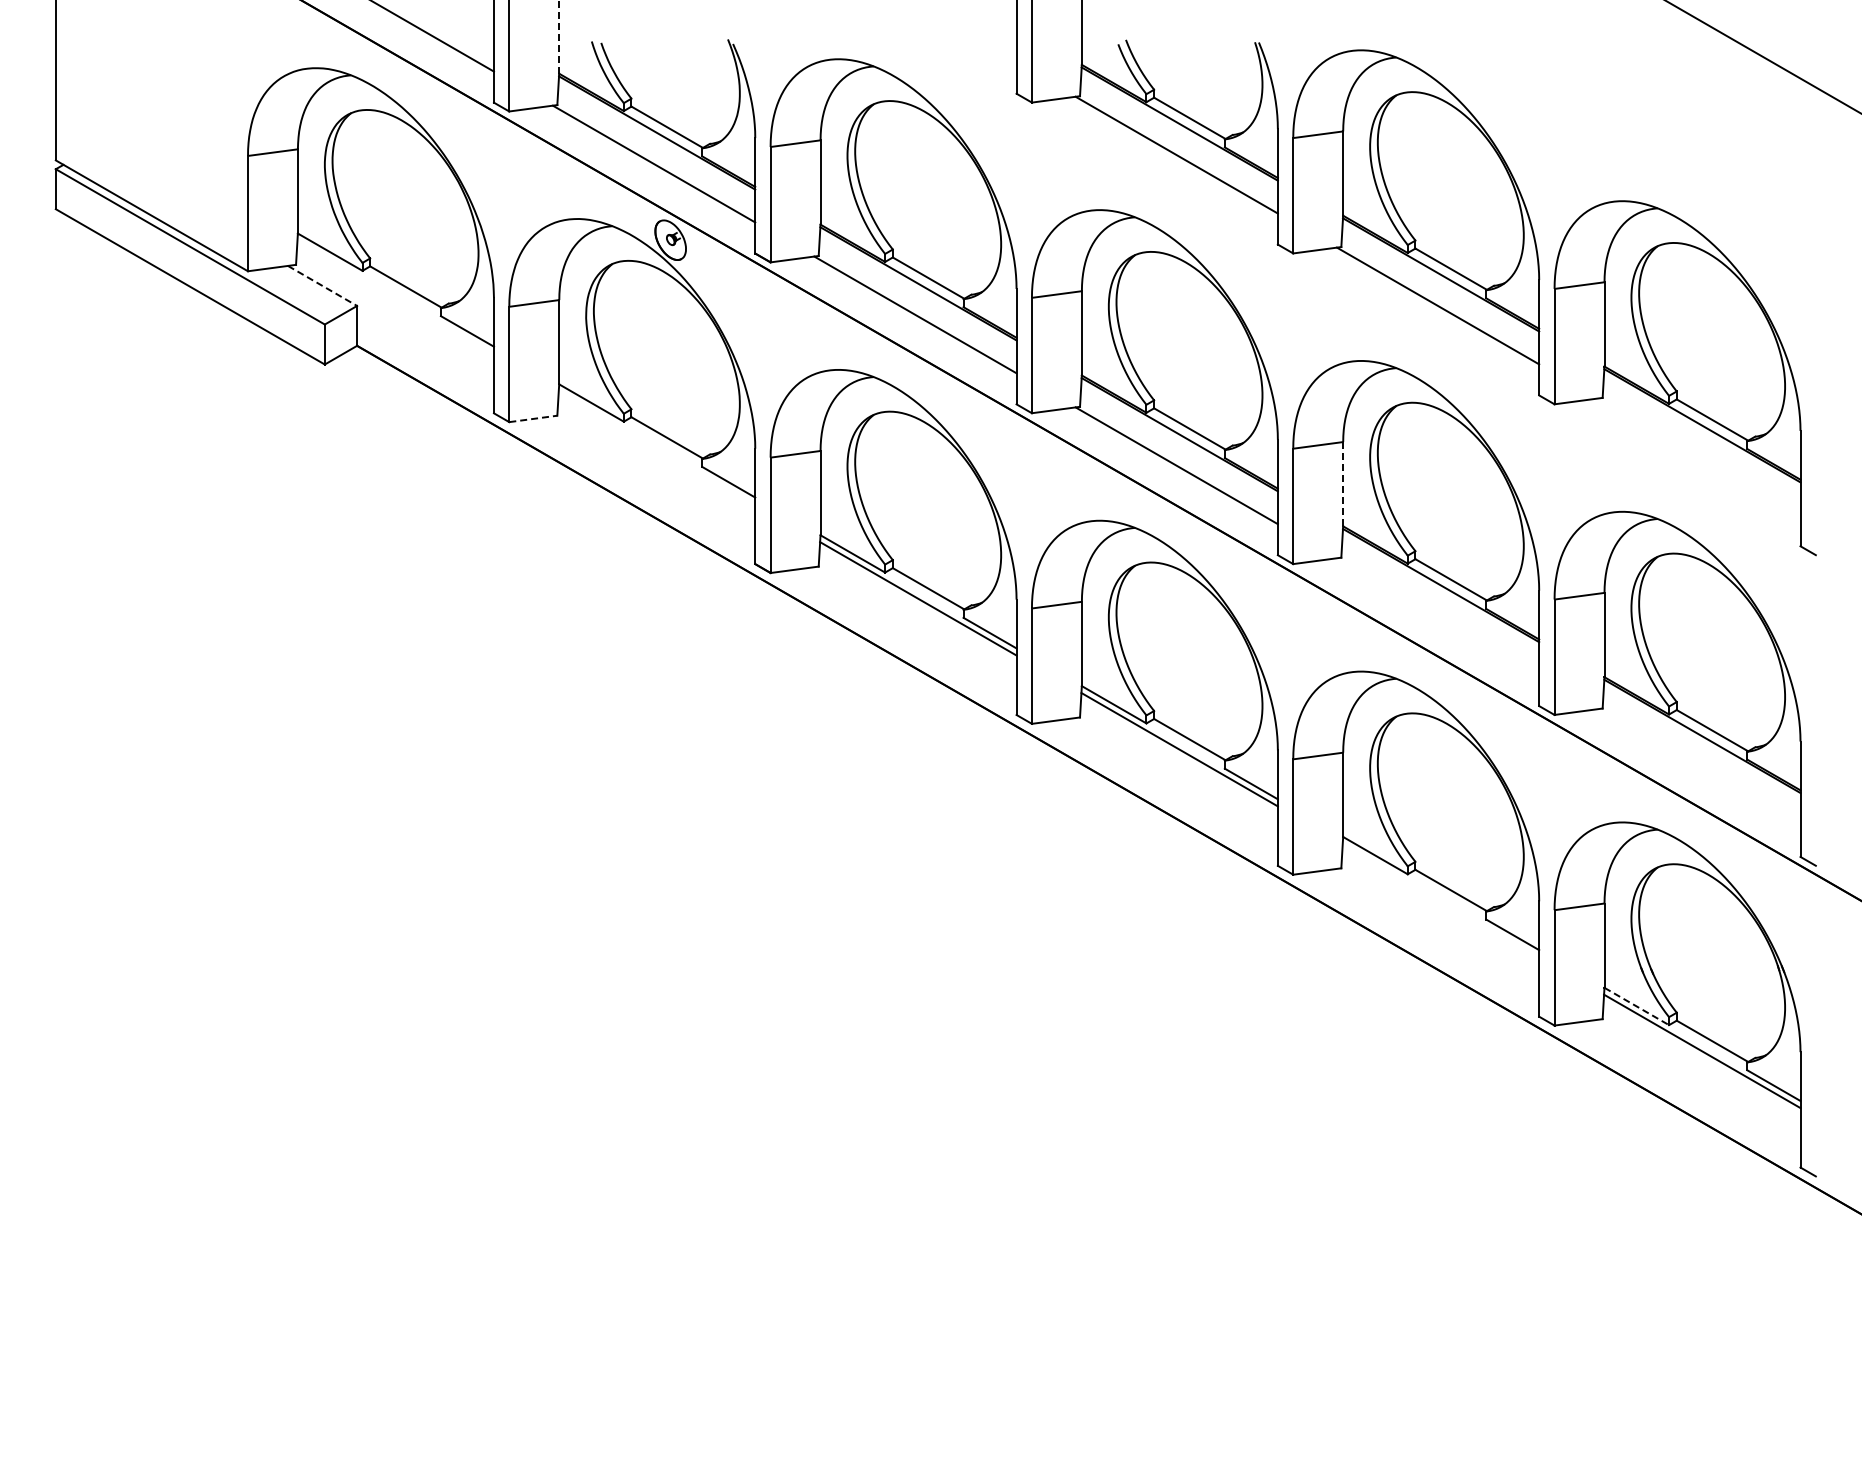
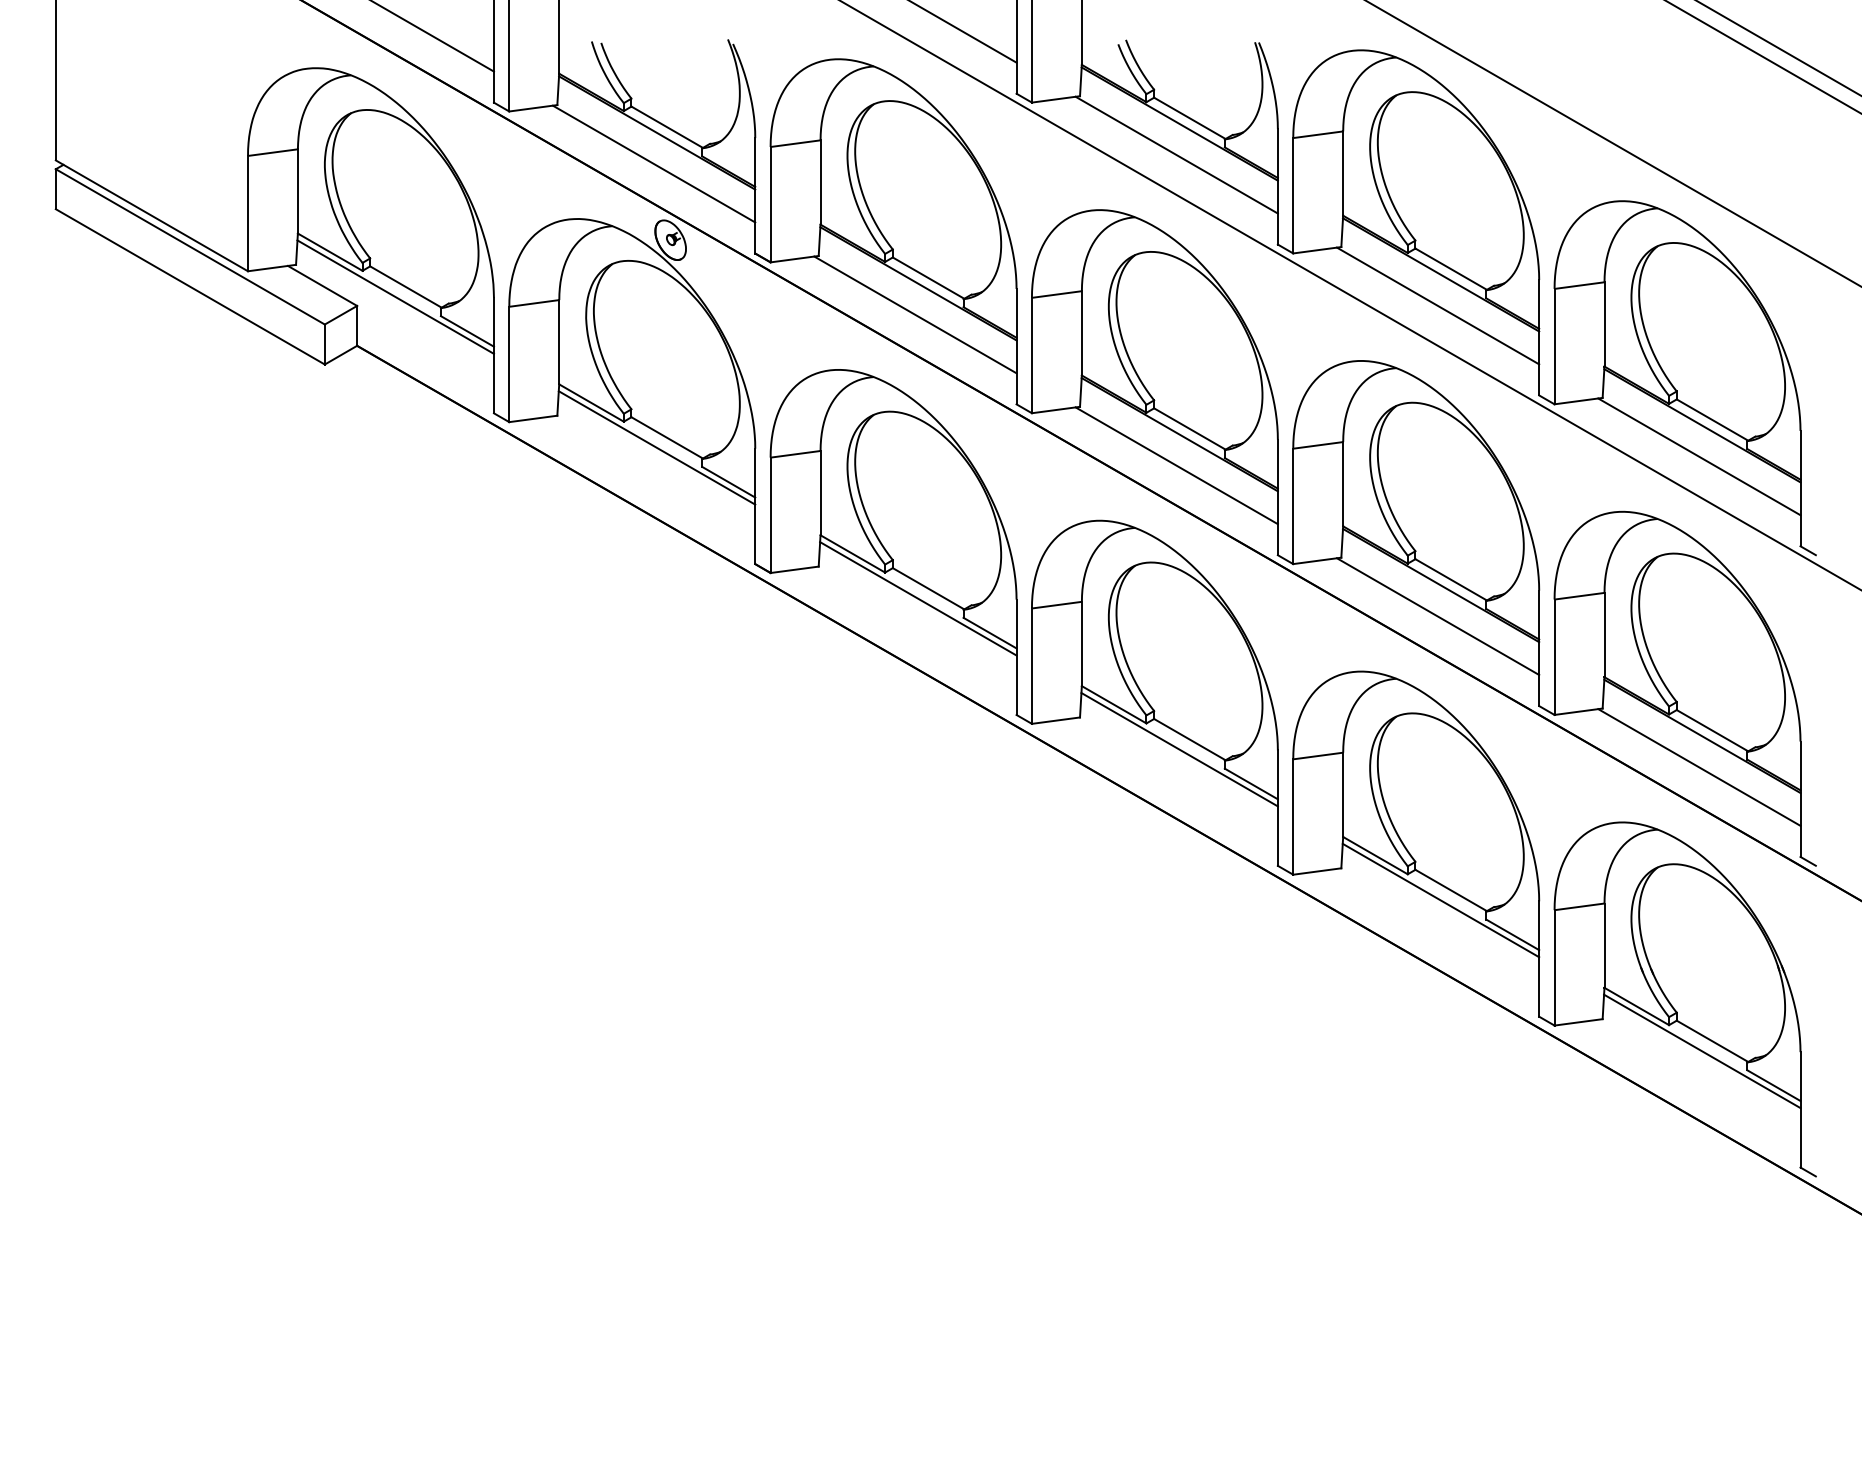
line at (963, 32): none -> present
line at (559, 37): dashed -> solid
line at (1778, 48): none -> present
line at (1613, 143): none -> present
line at (322, 285): dashed -> solid
line at (1350, 295): none -> present
line at (395, 296): none -> present
line at (533, 418): dashed -> solid
line at (656, 447): none -> present
line at (1699, 456): none -> present
line at (1343, 484): dashed -> solid
line at (1437, 616): none -> present
line at (1699, 767): none -> present
line at (1440, 900): none -> present
line at (1637, 1006): dashed -> solid
